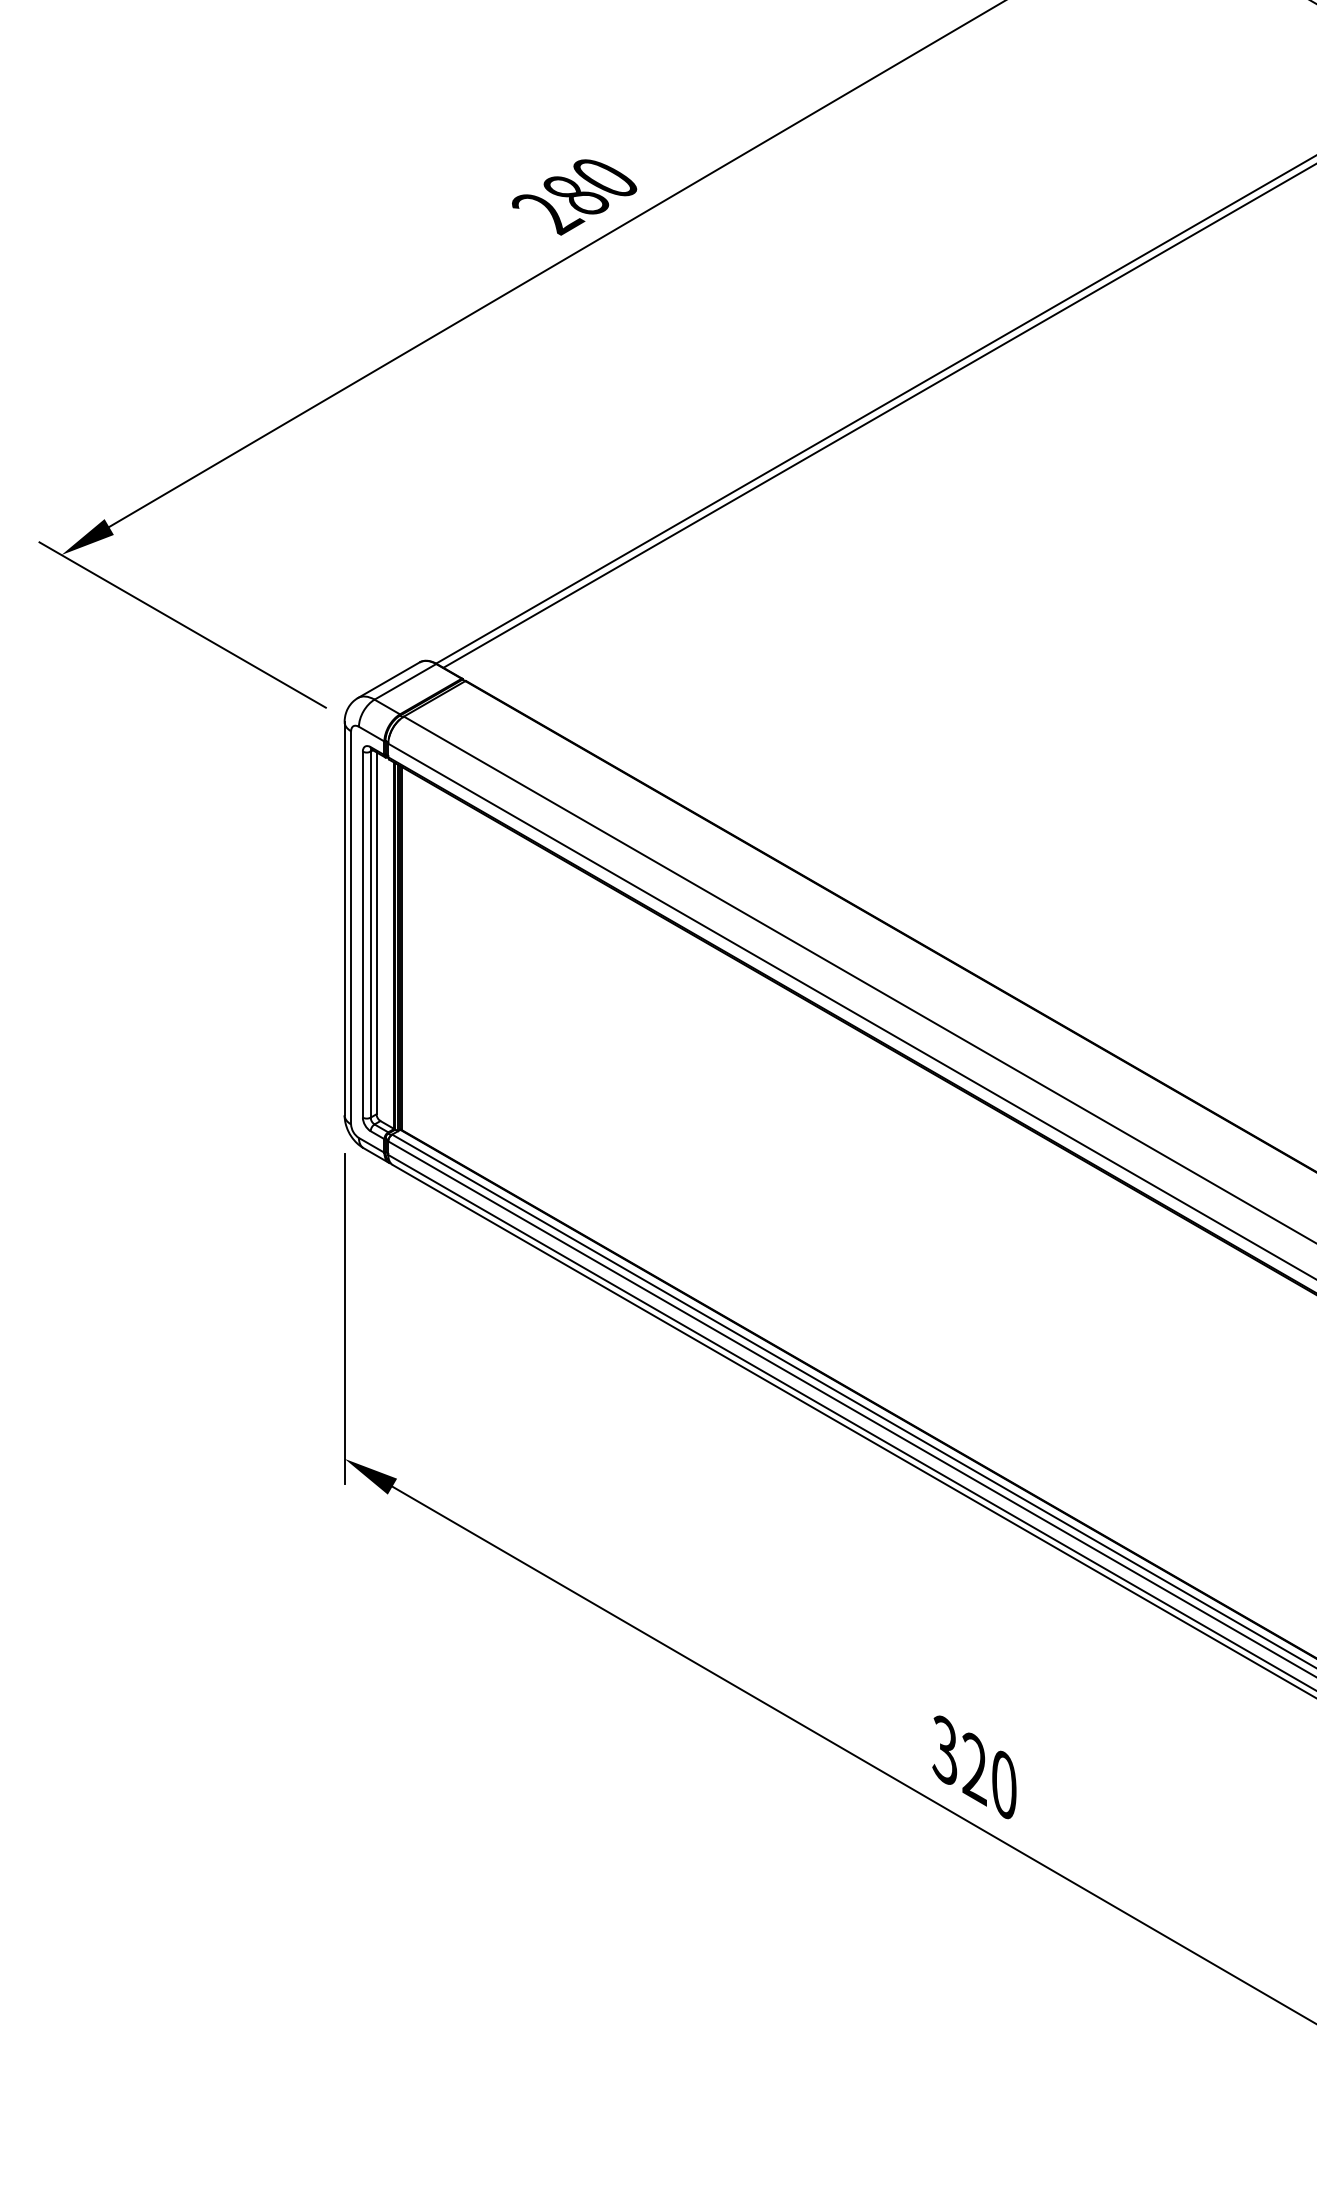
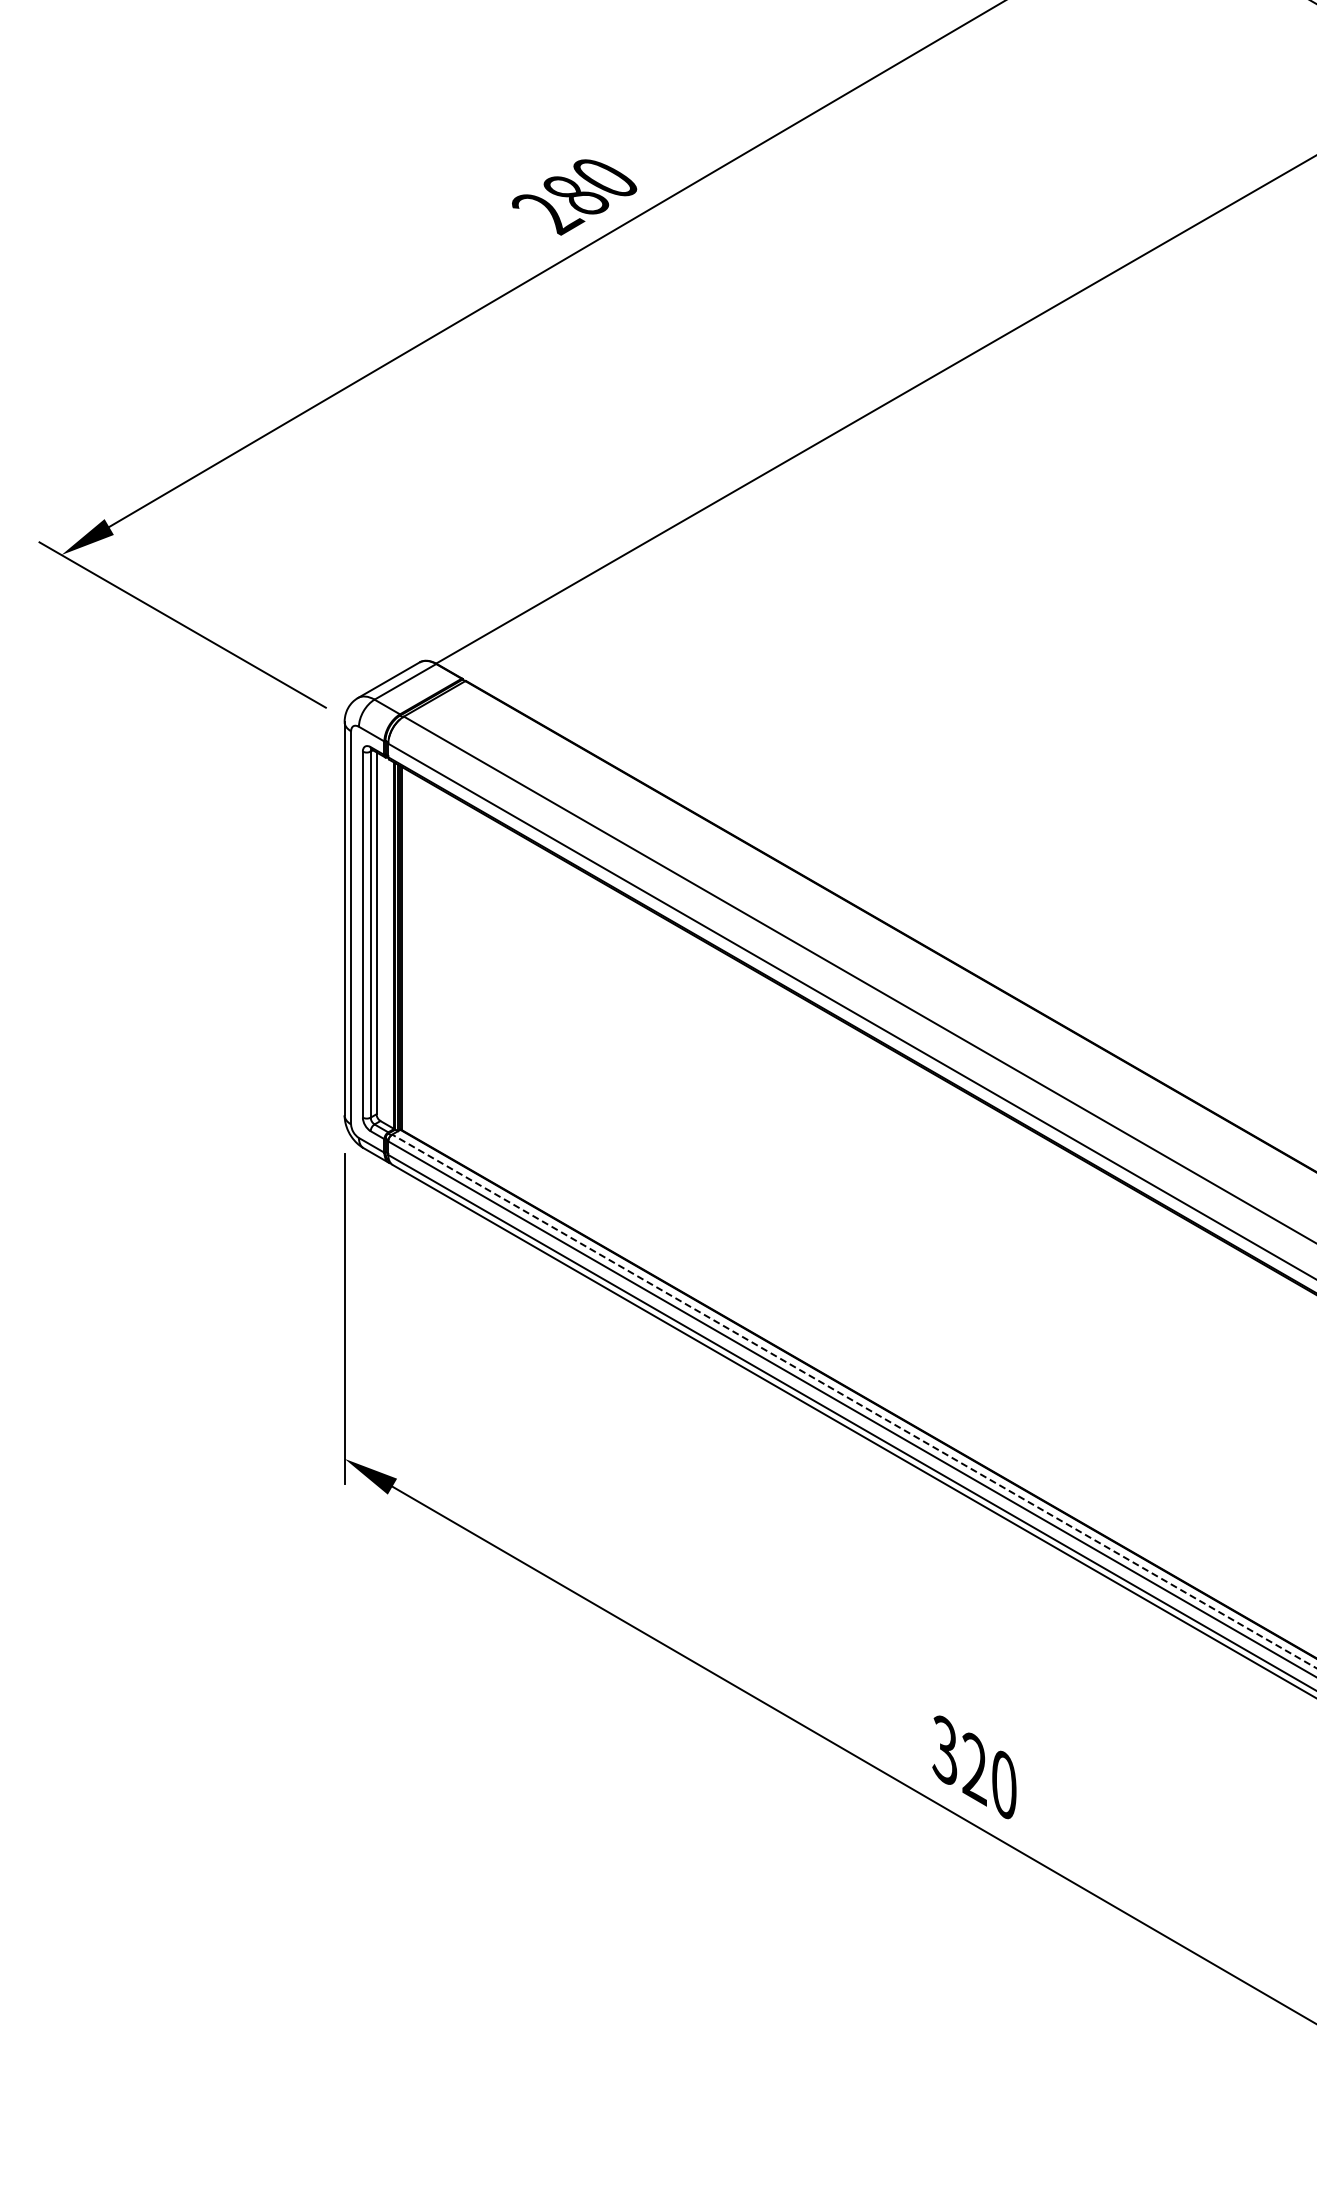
line at (878, 416): present -> none
line at (854, 1401): solid -> dashed
